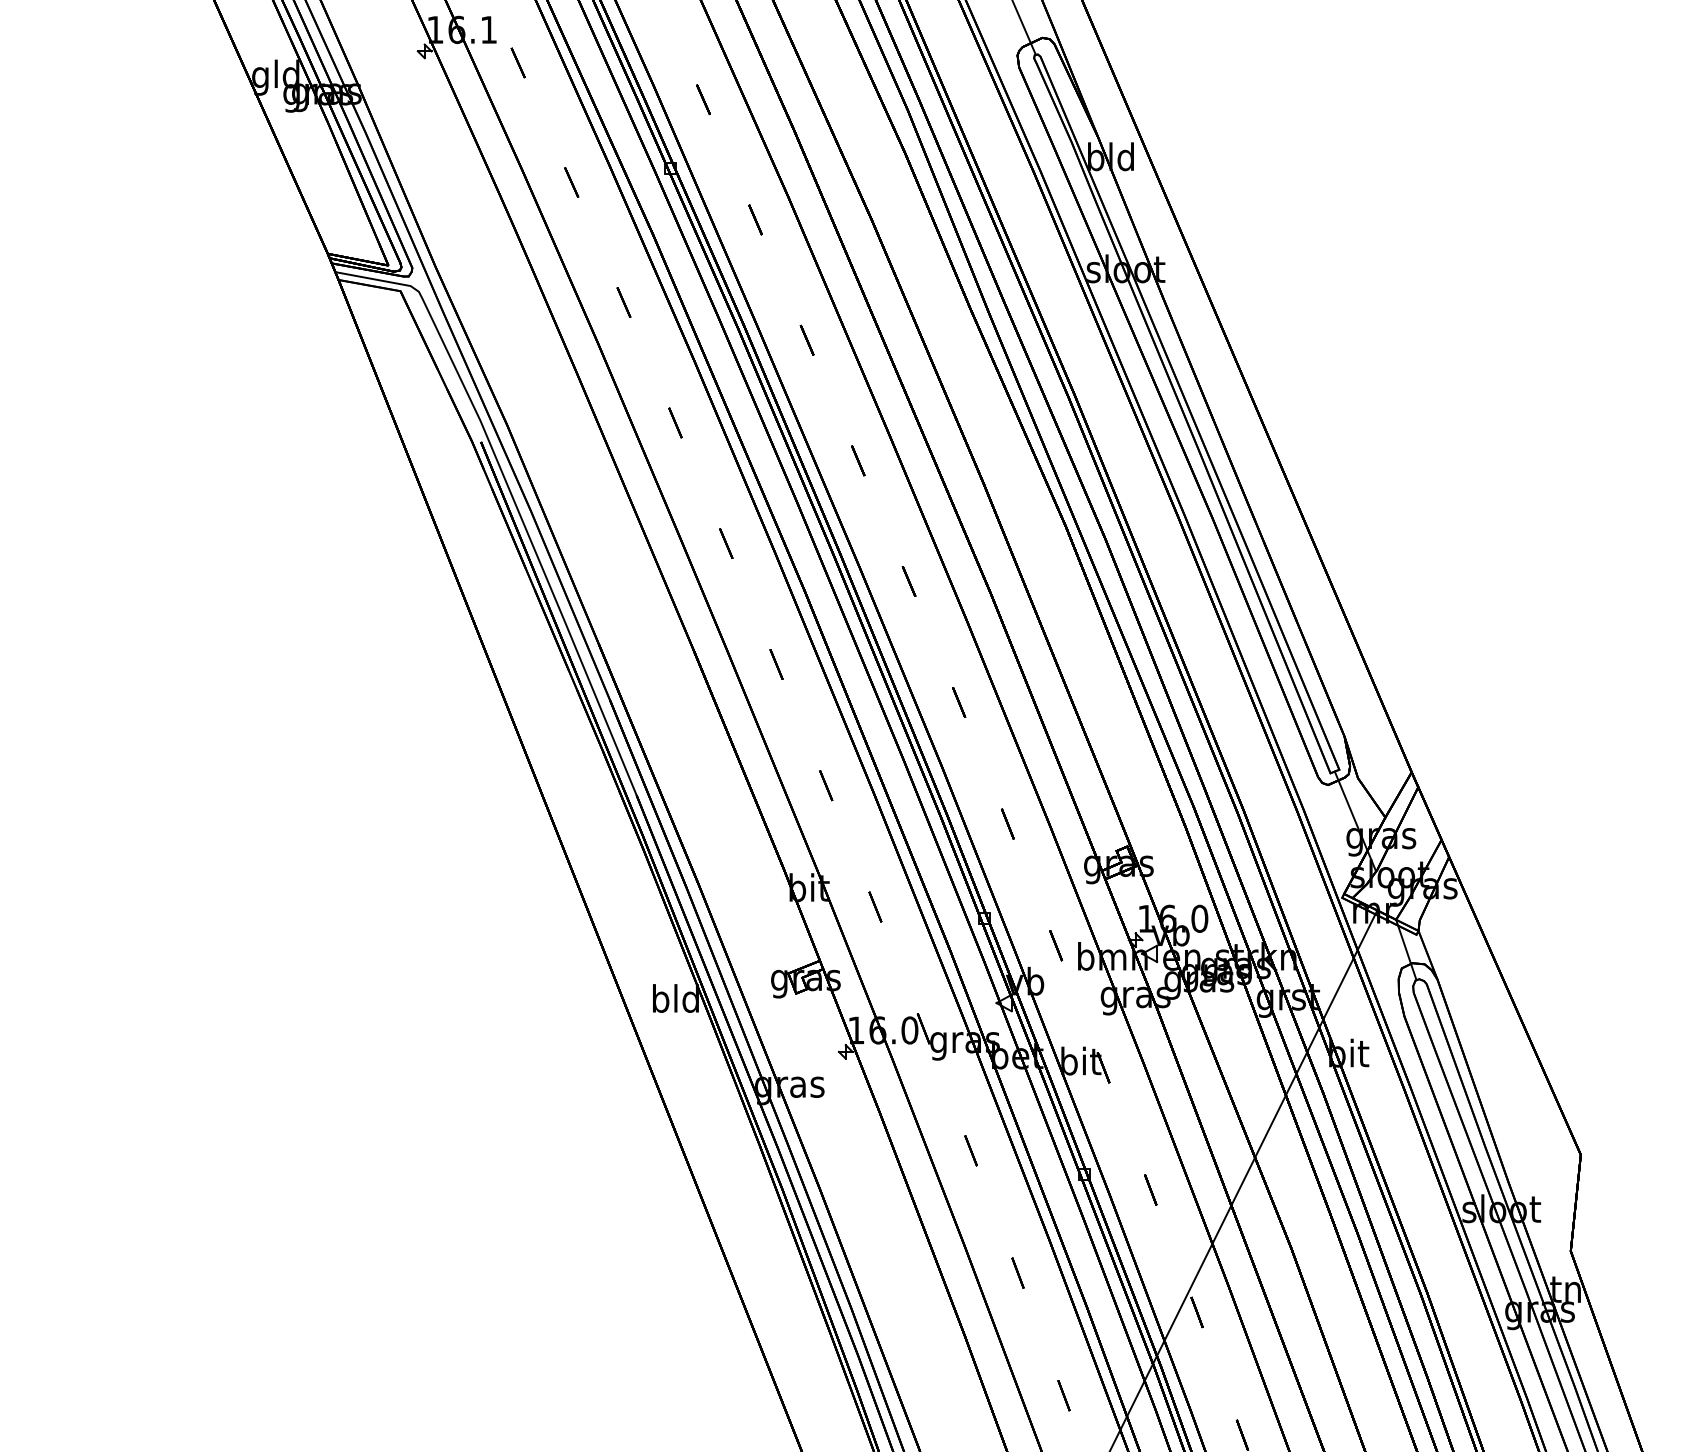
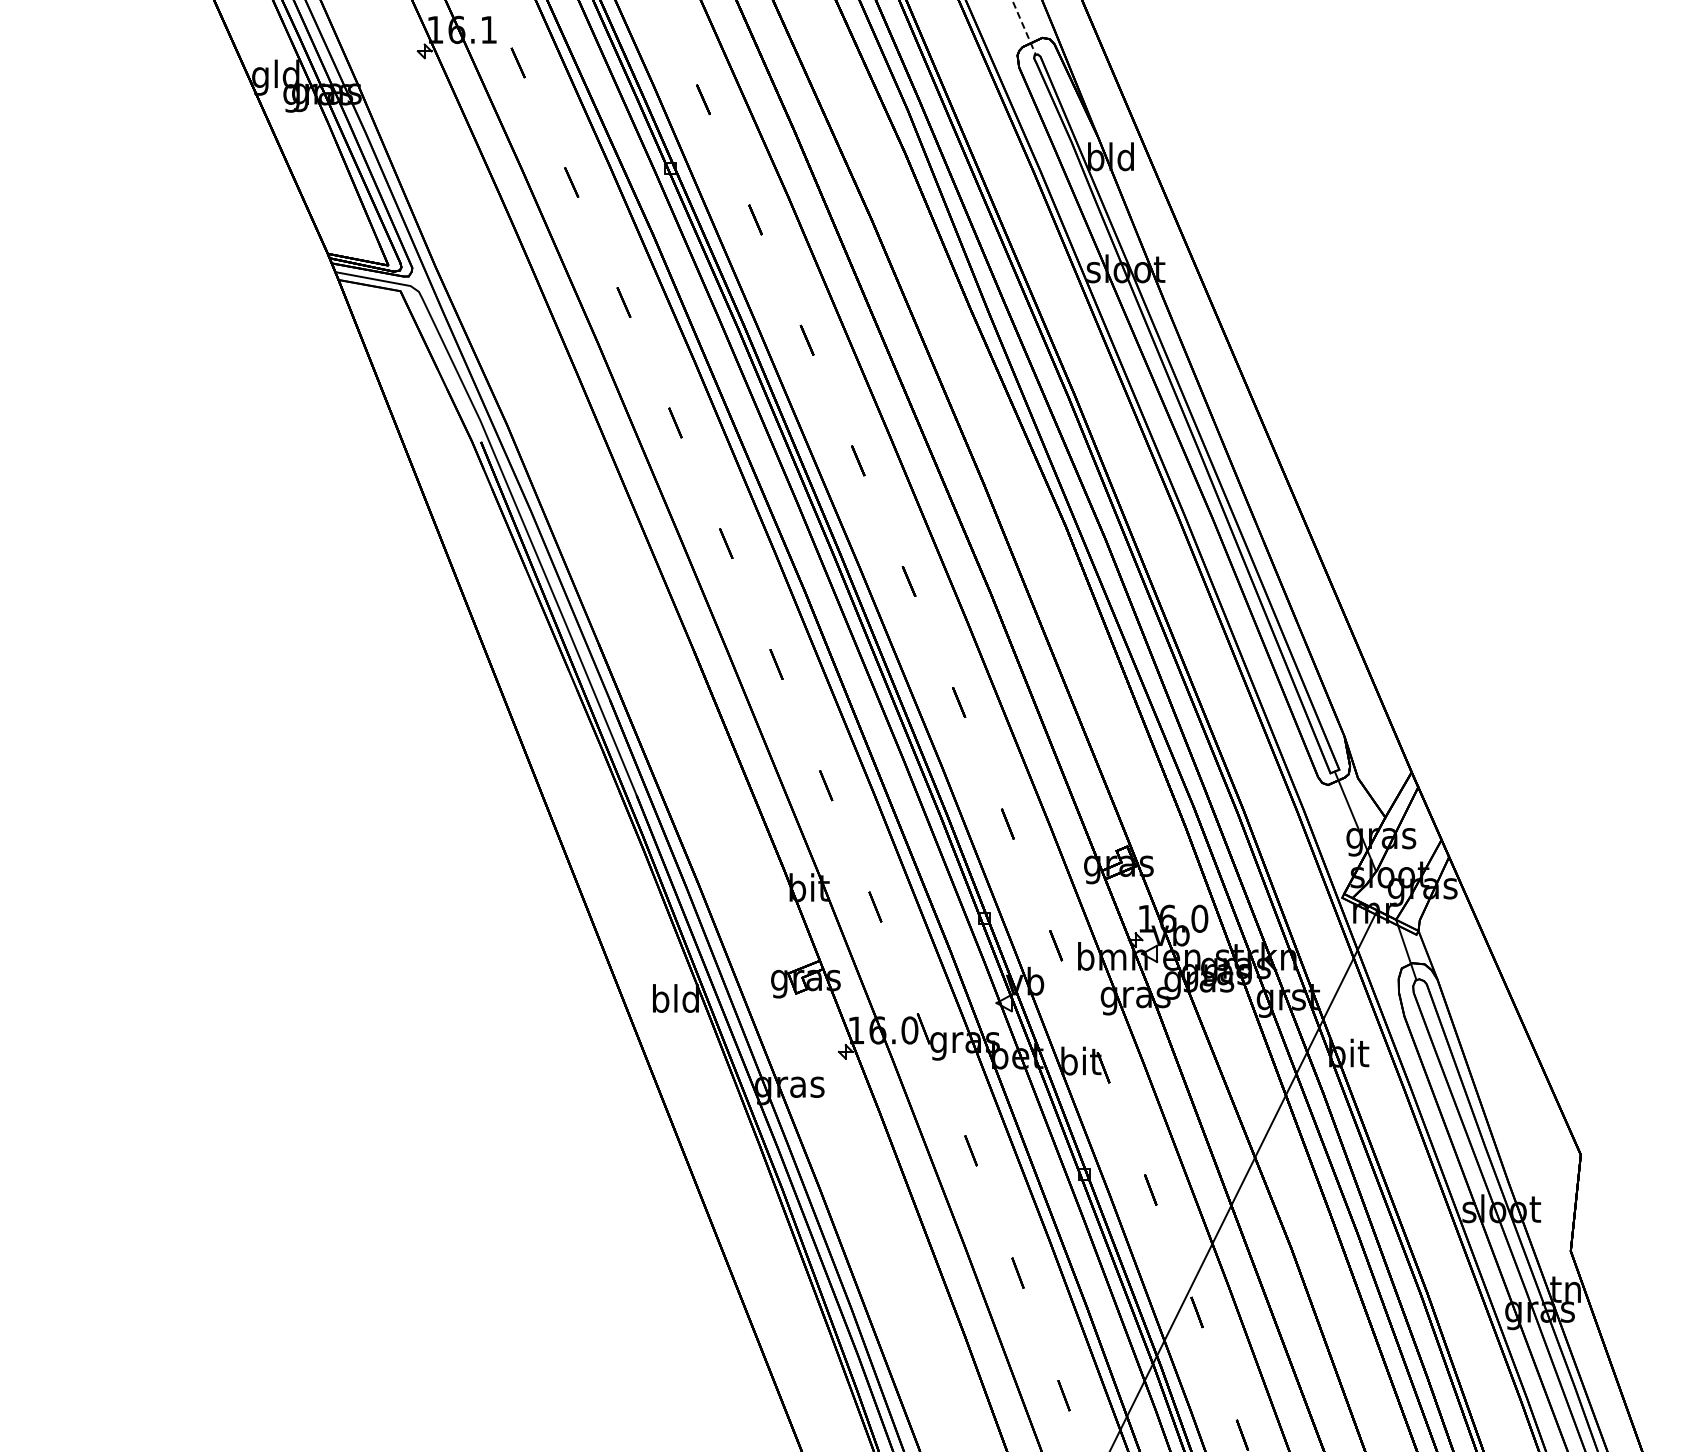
line at (1024, 27): solid -> dashed
